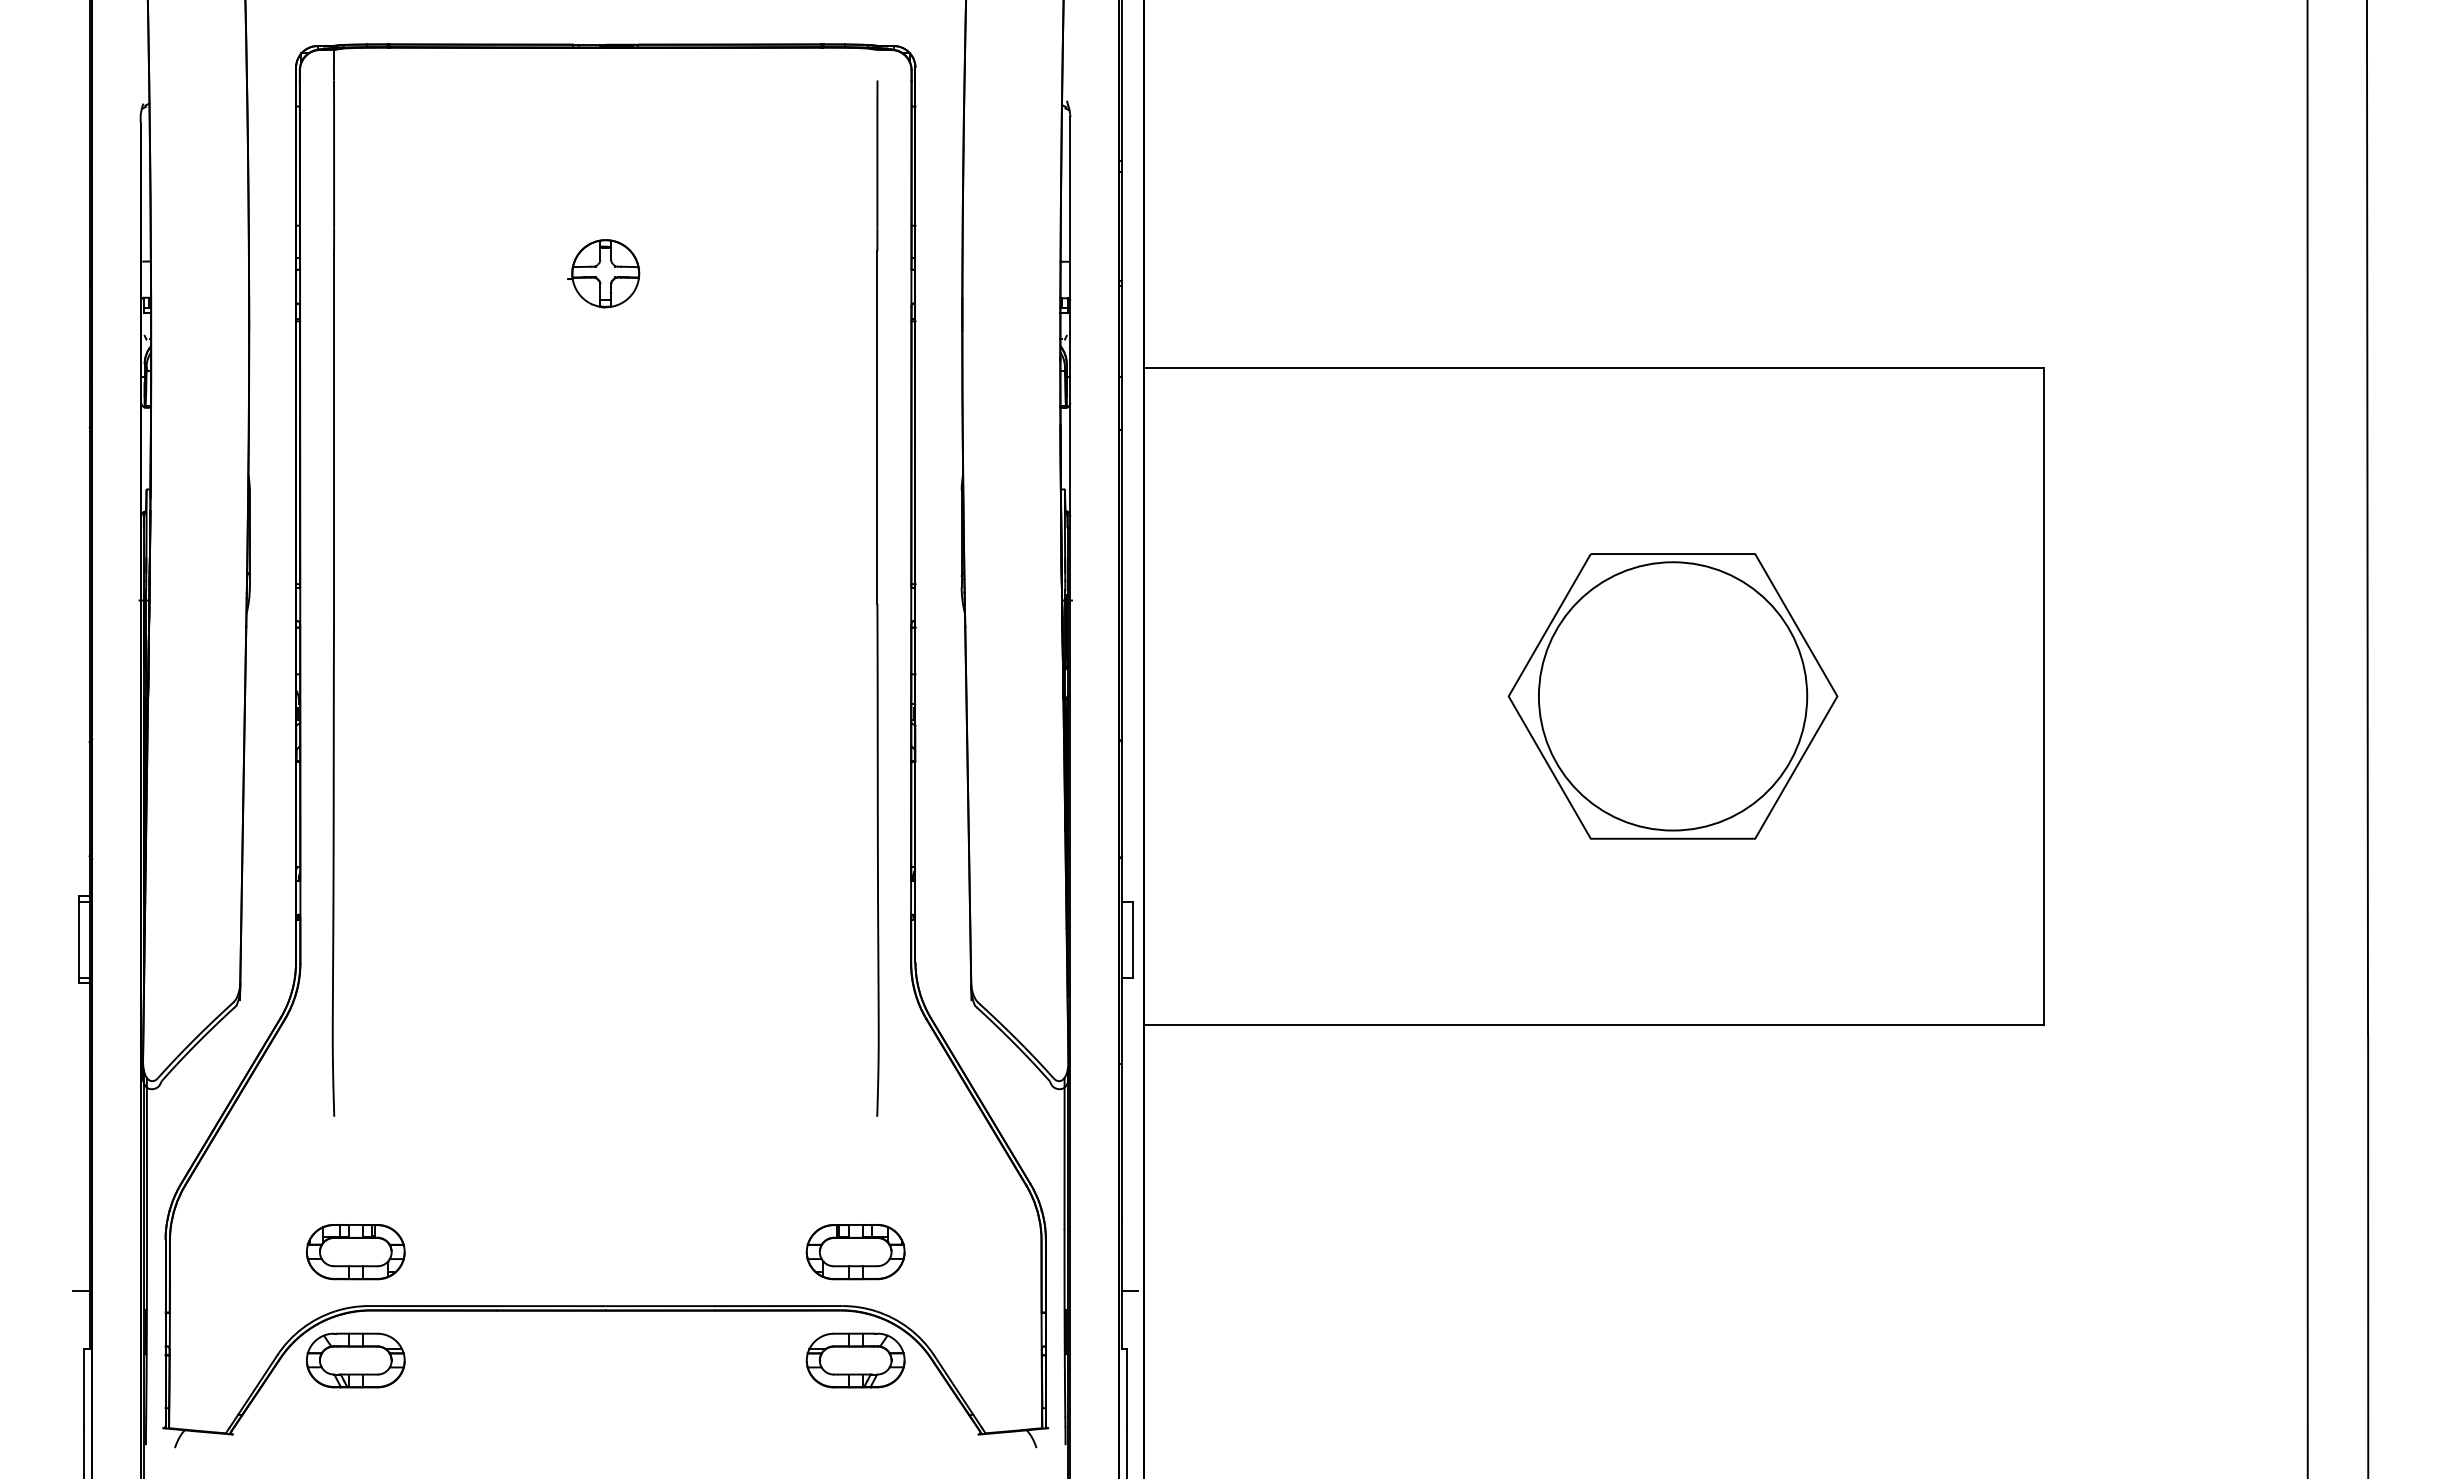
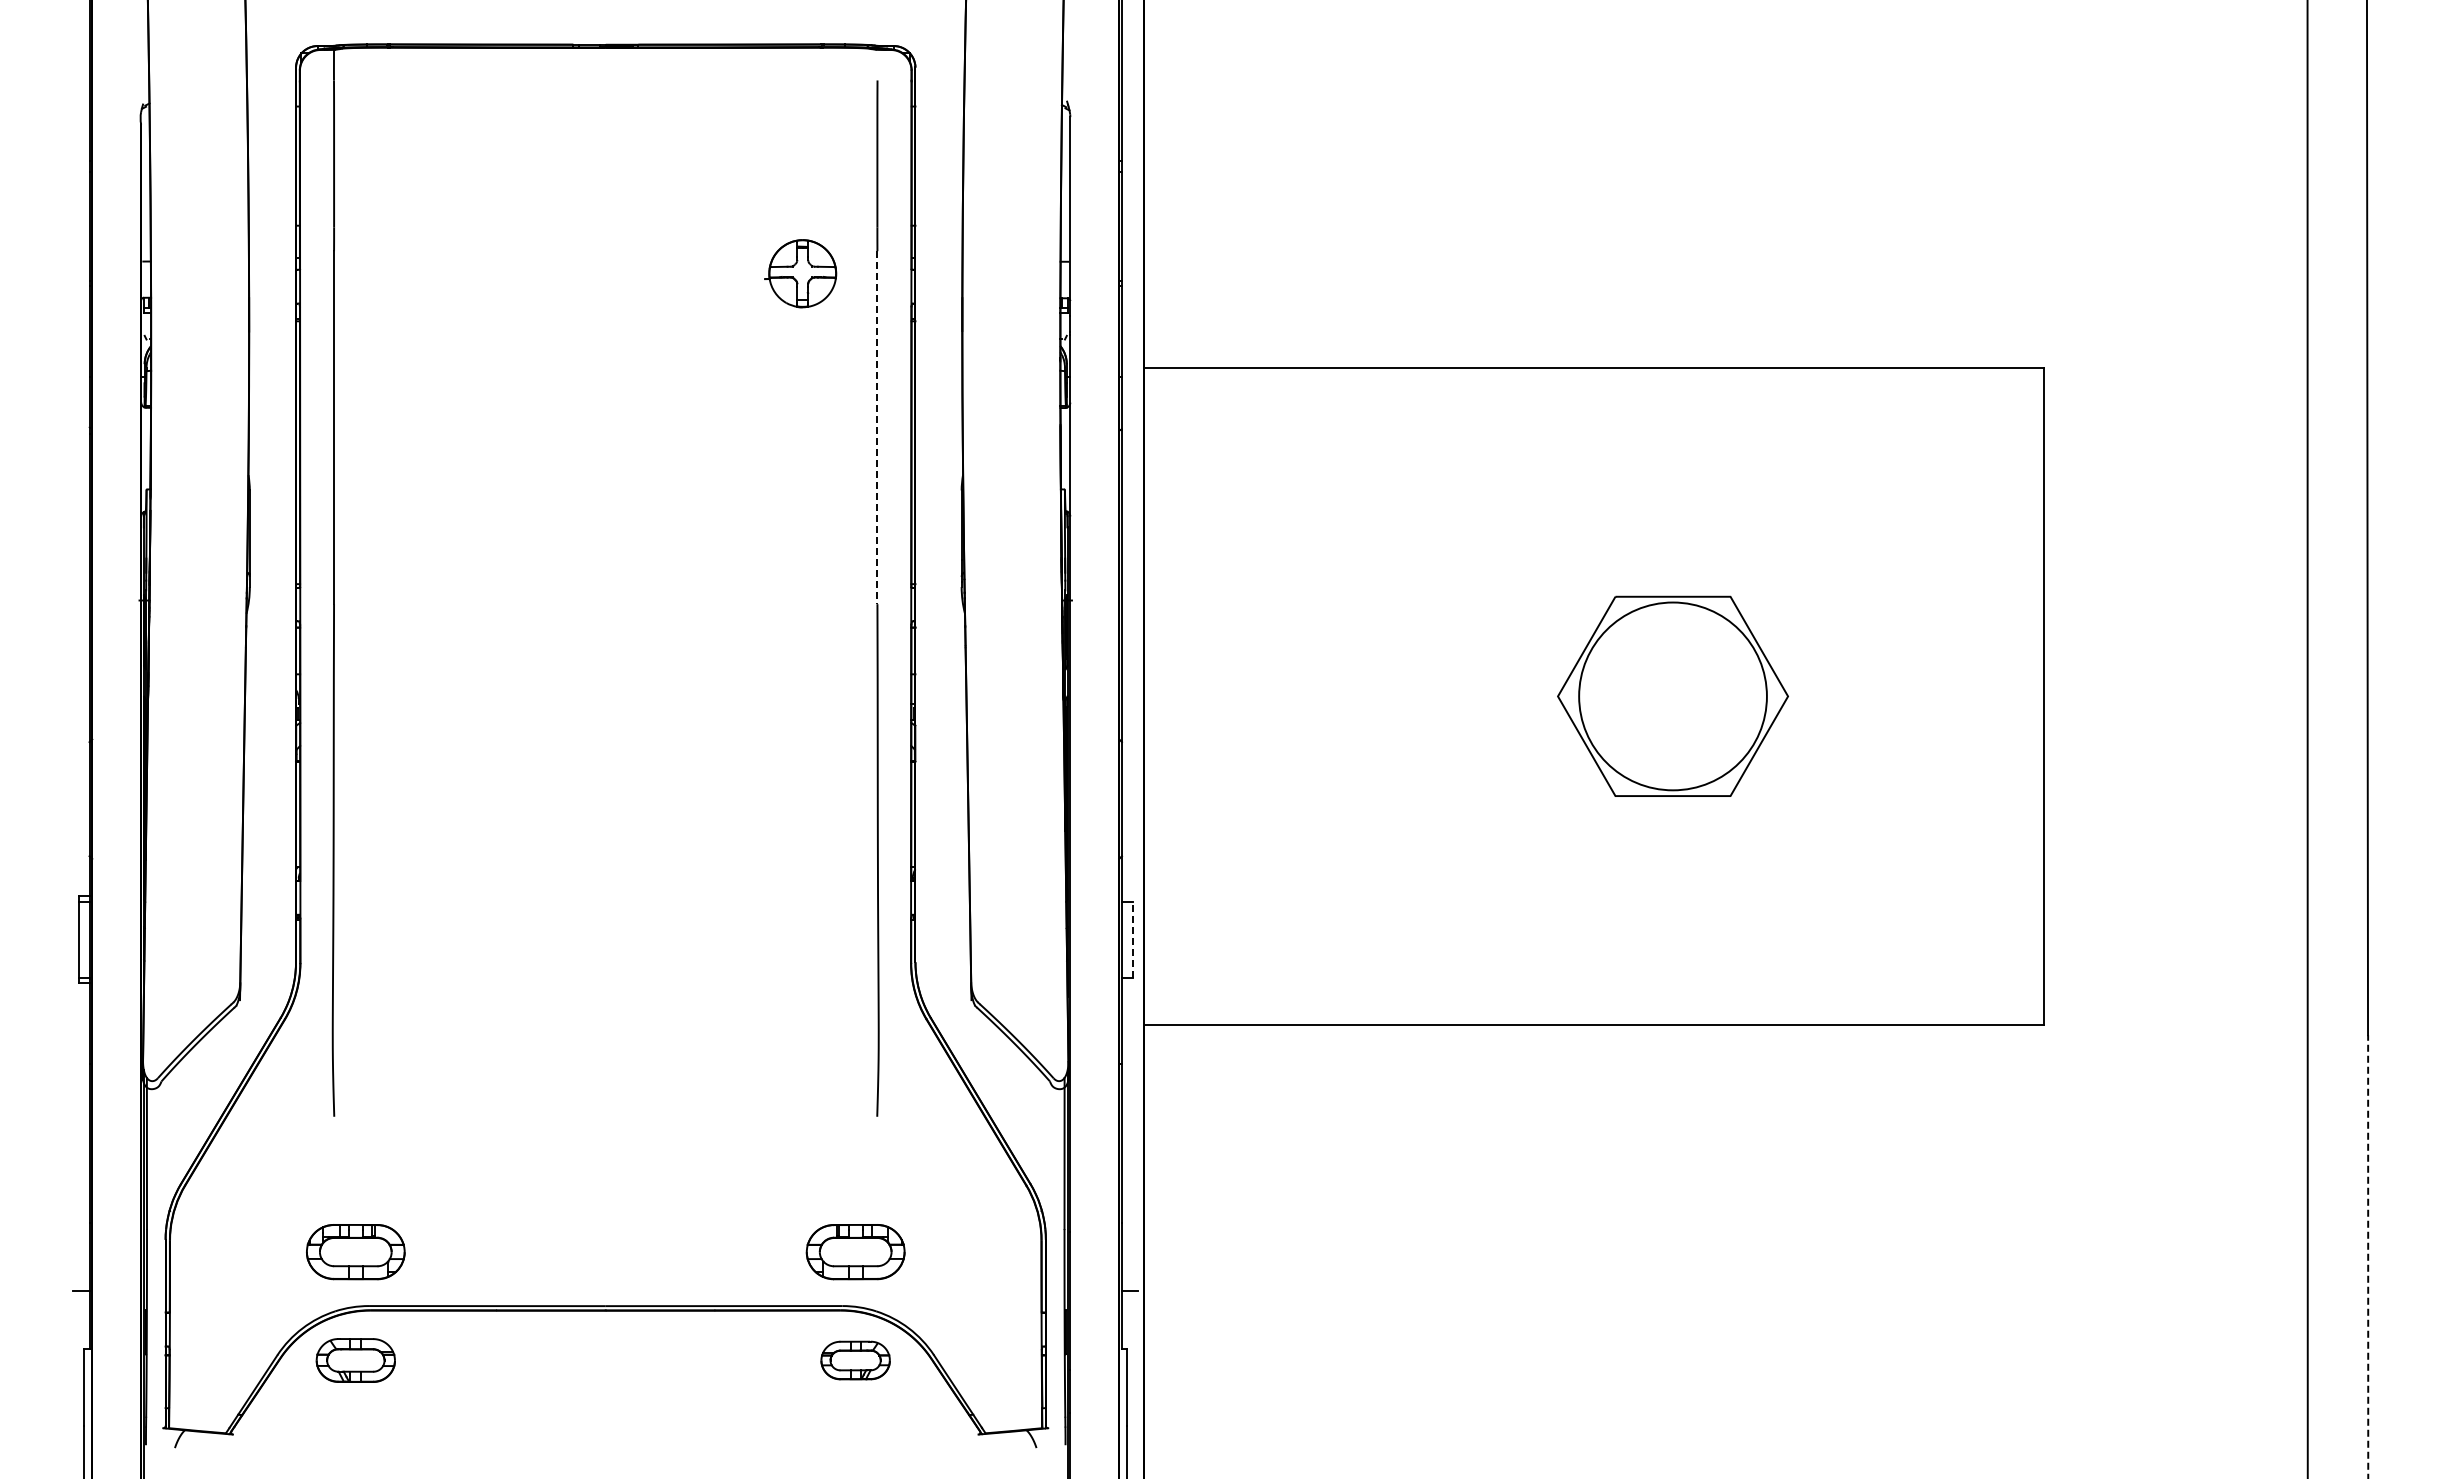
part at (603, 273) position: (603, 273) -> (800, 273)
line at (877, 428): solid -> dashed
part at (1672, 696) size: 332x287 px -> 232x202 px
line at (1132, 939): solid -> dashed
line at (2368, 1256): solid -> dashed
part at (355, 1360) size: 100x57 px -> 81x45 px
part at (855, 1360) size: 101x57 px -> 71x41 px
